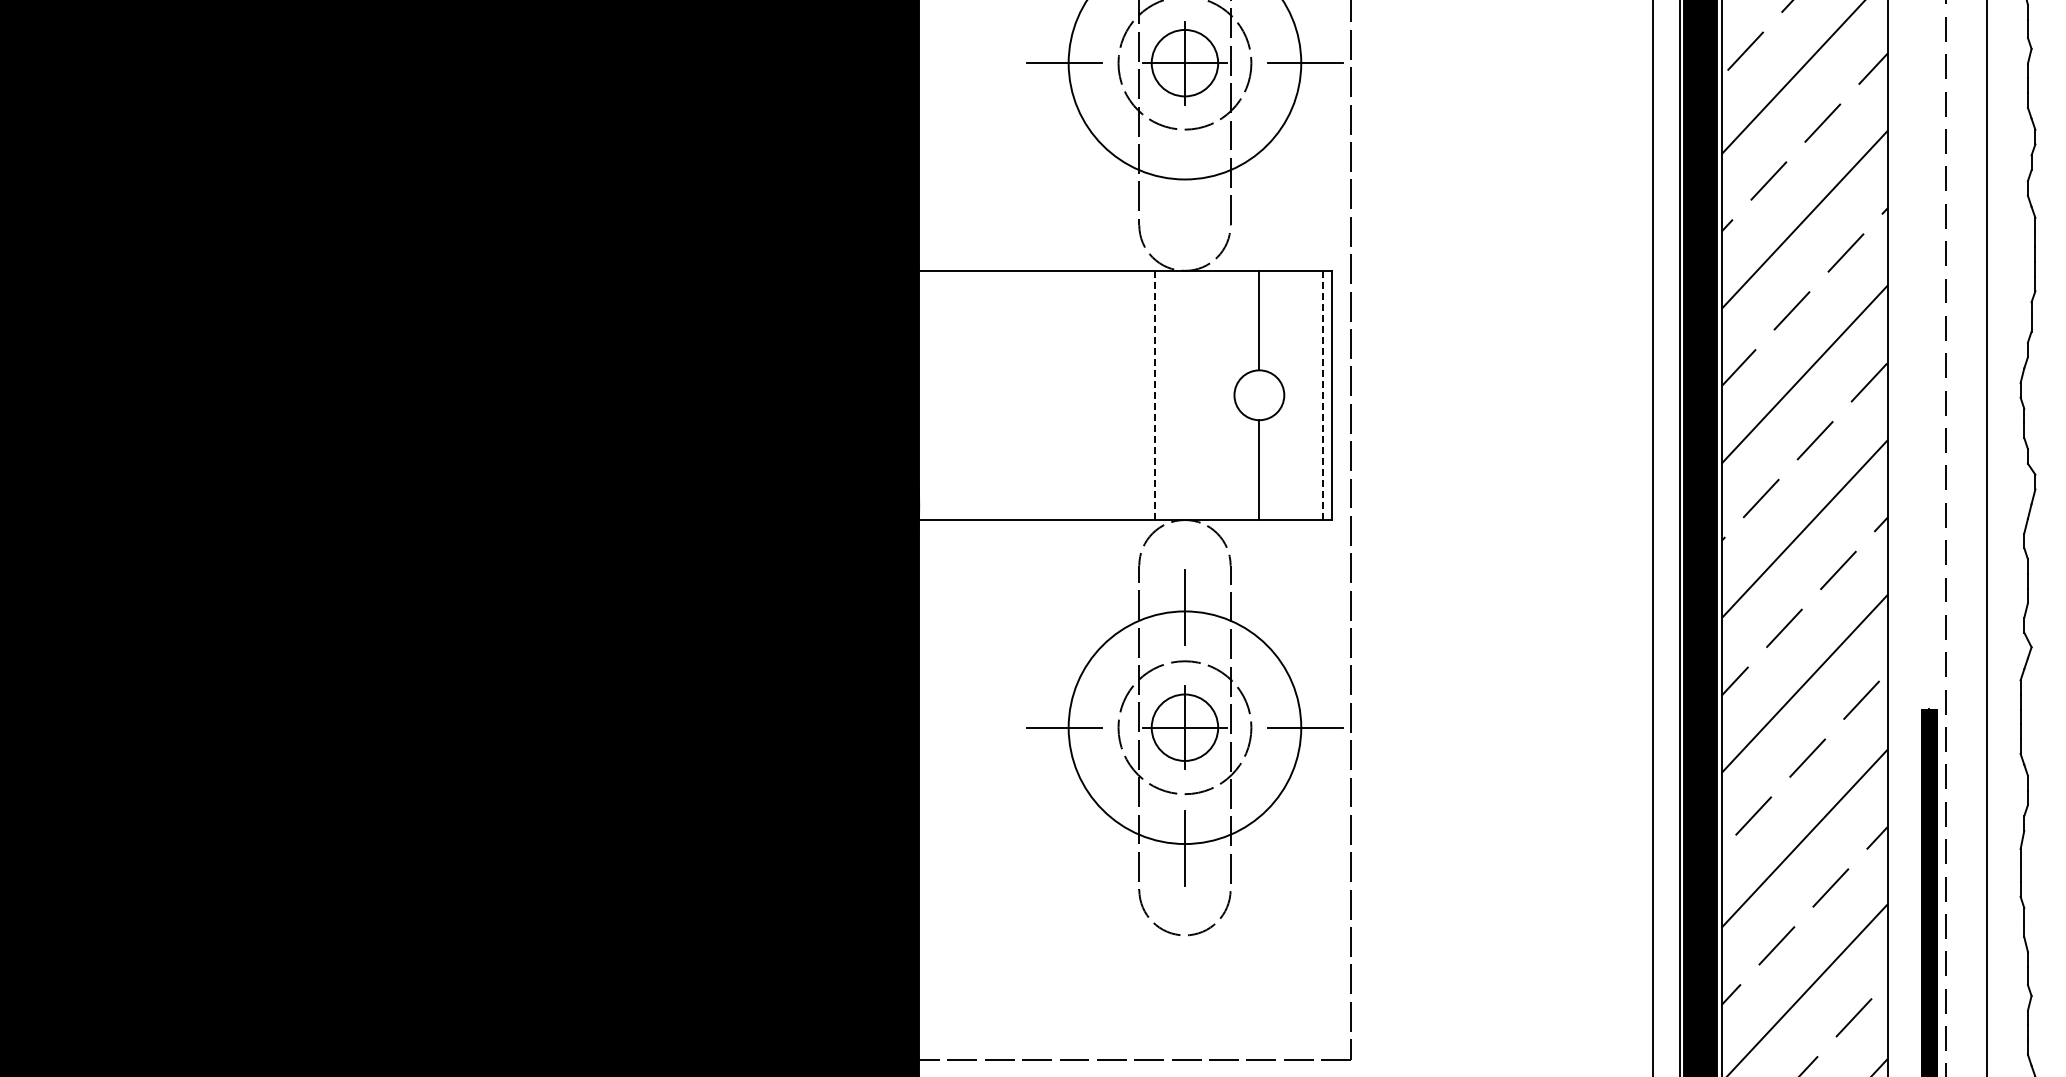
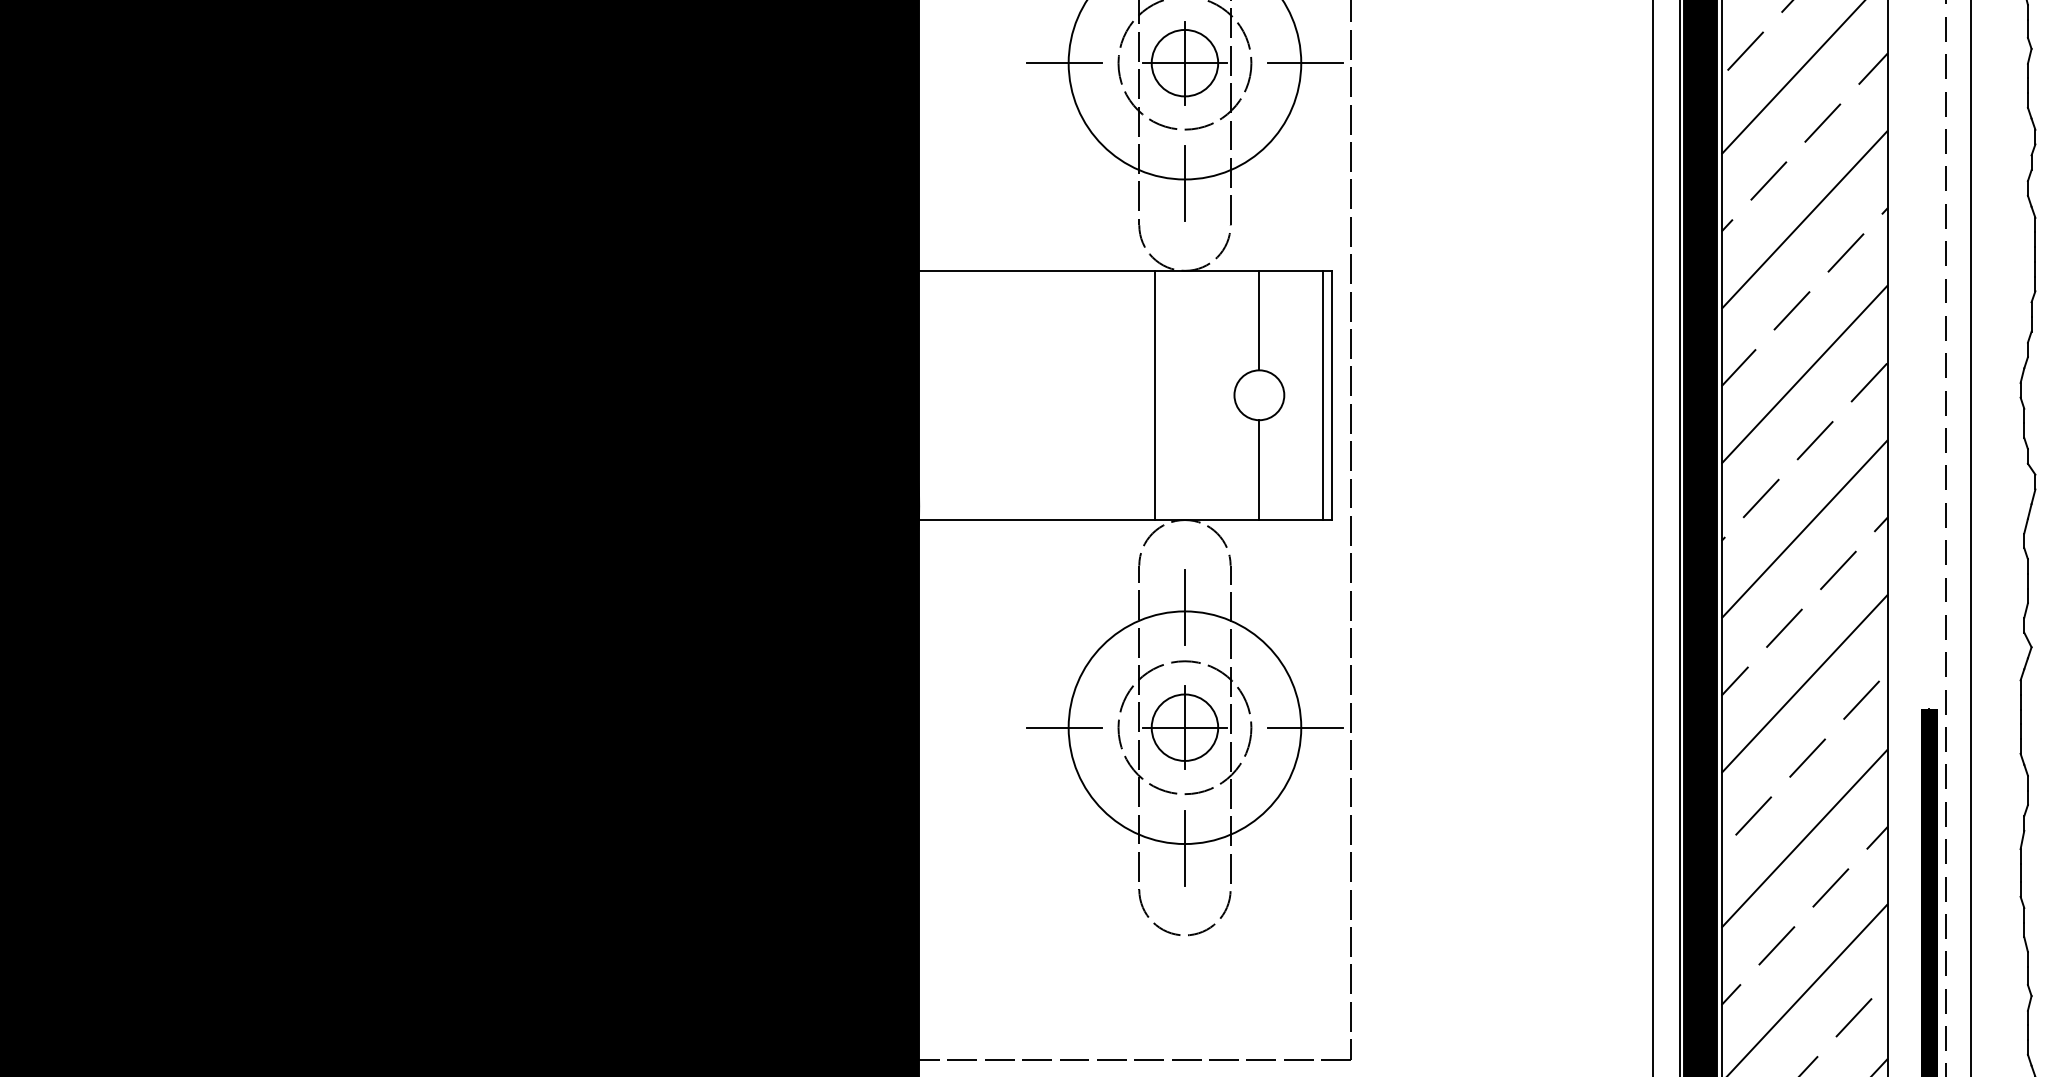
line at (1184, 183): none -> present
line at (1155, 395): dashed -> solid
line at (1322, 395): dashed -> solid
line at (1986, 537) position: (1986, 537) -> (1970, 537)
